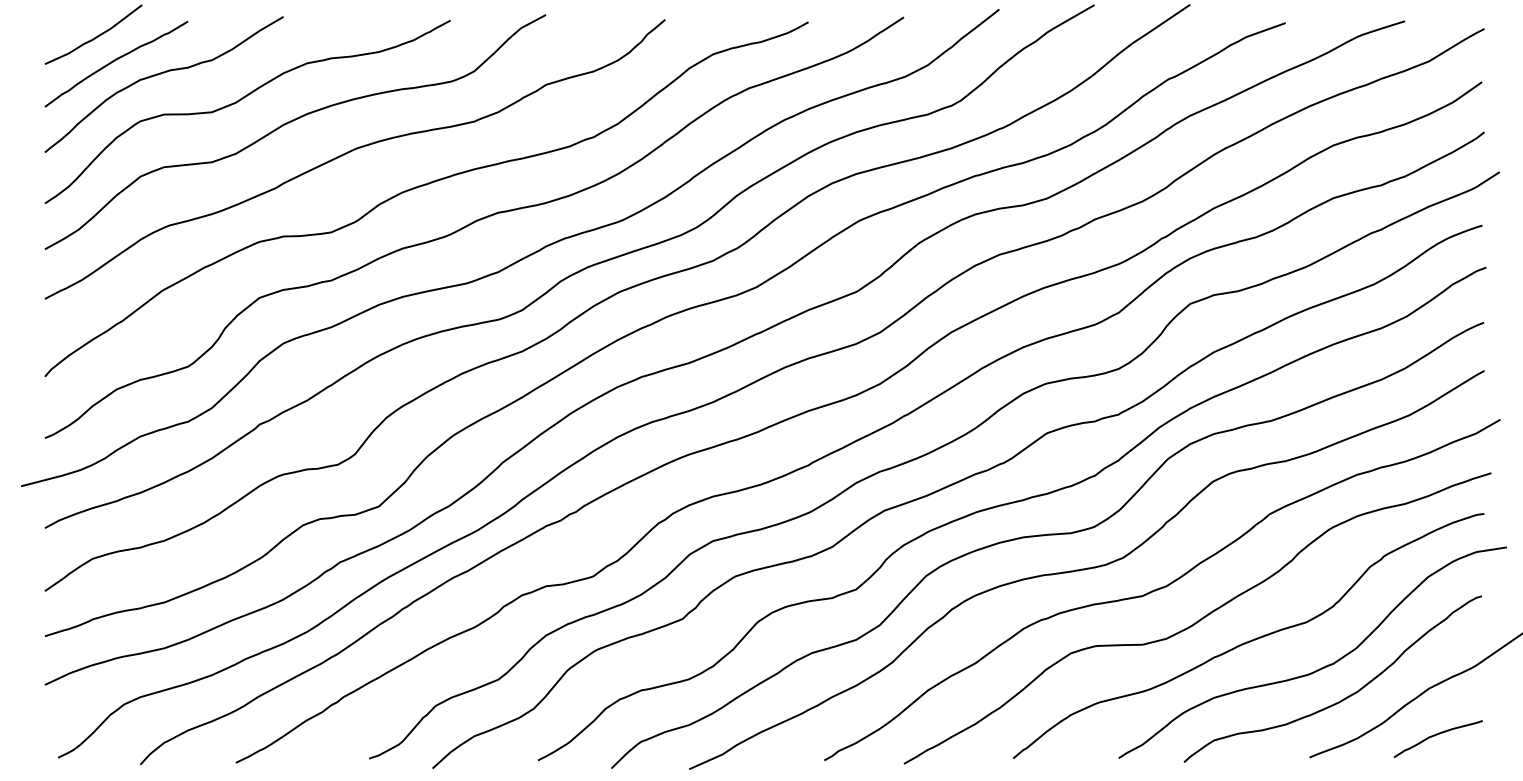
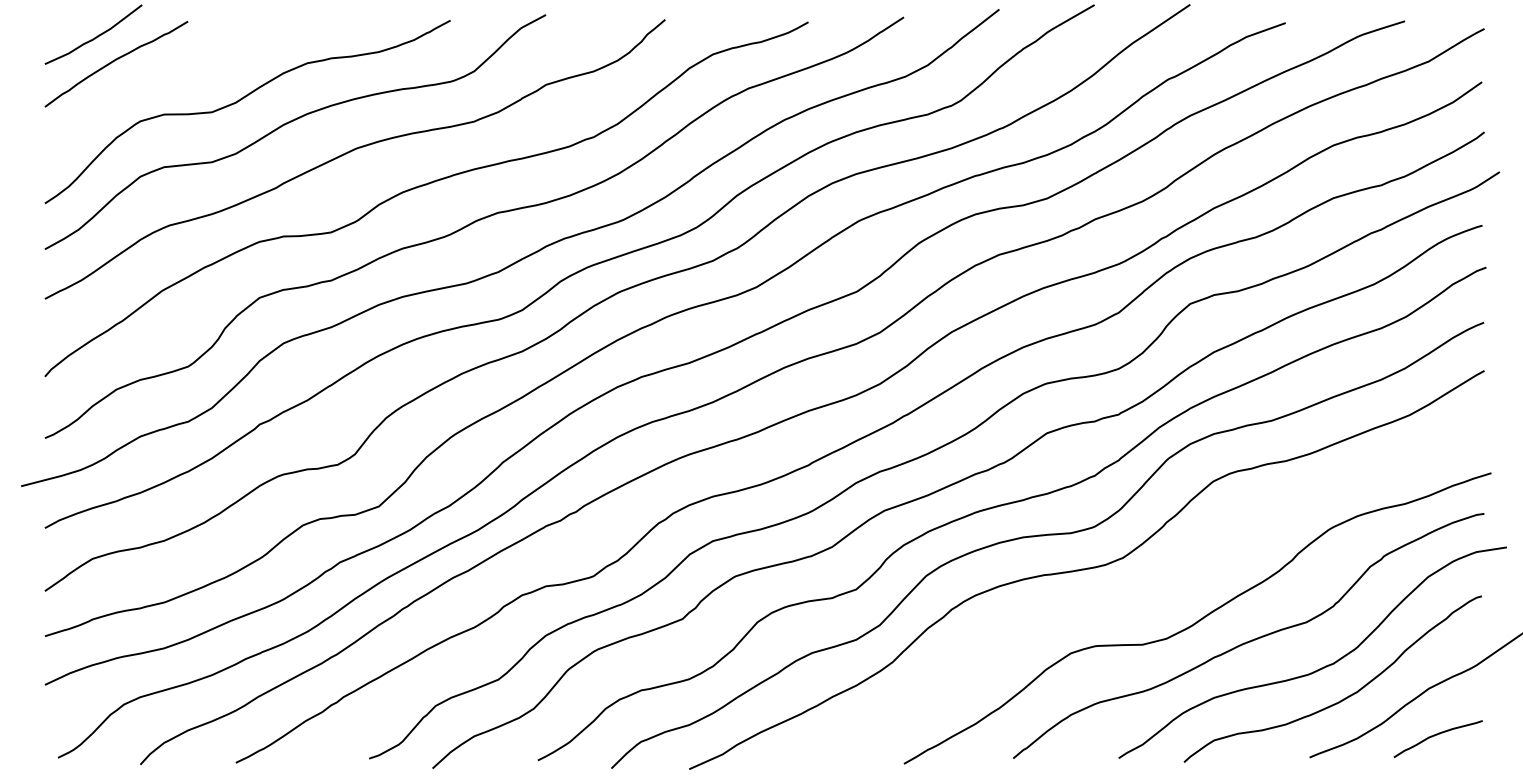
curve at (161, 74): present -> none
curve at (1162, 588): present -> none
